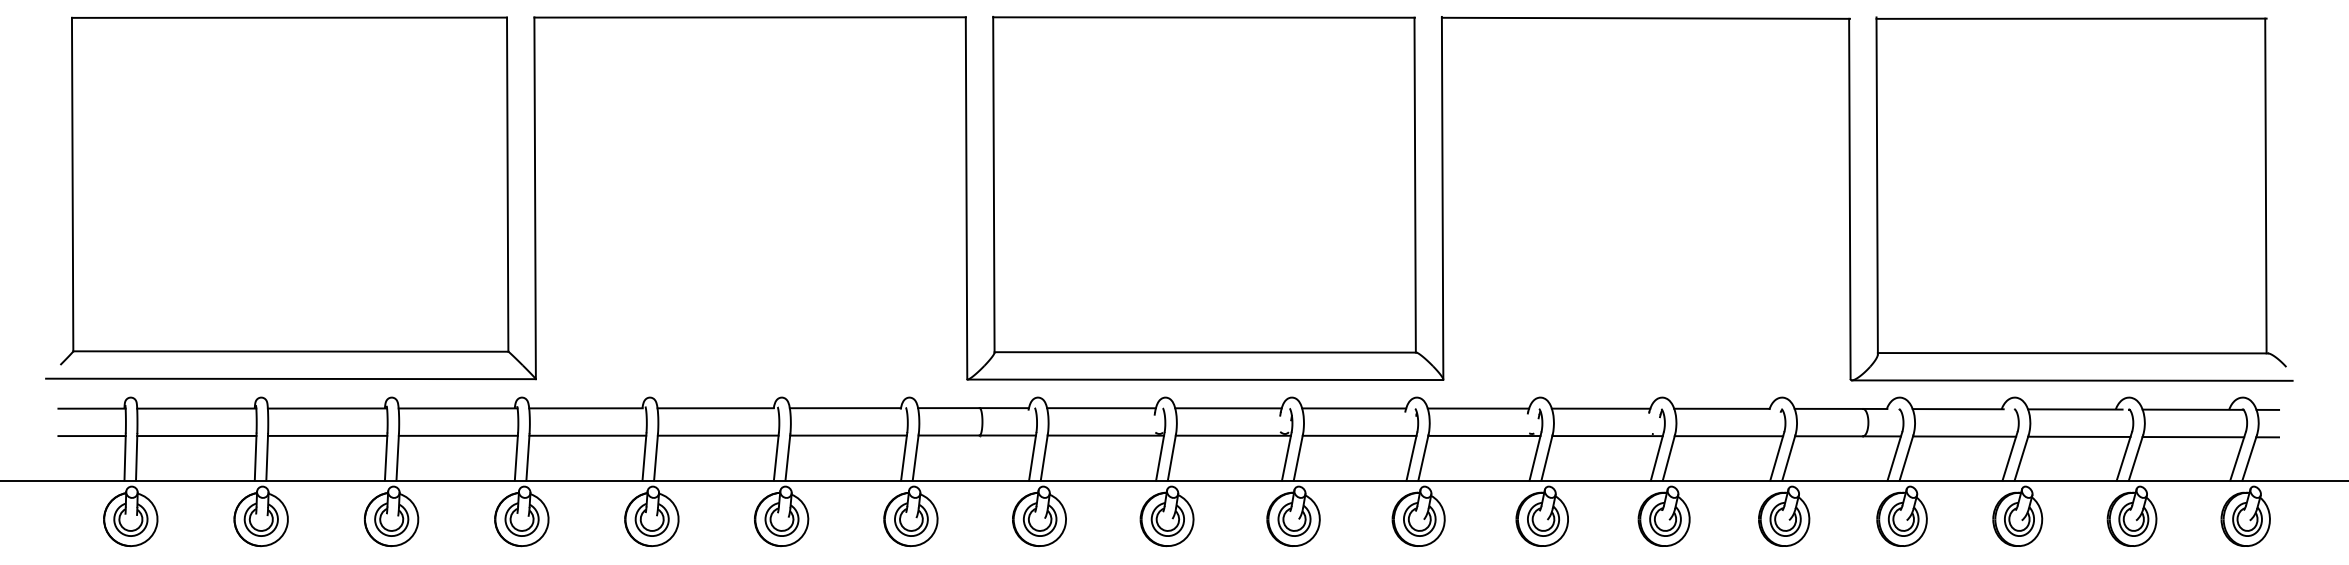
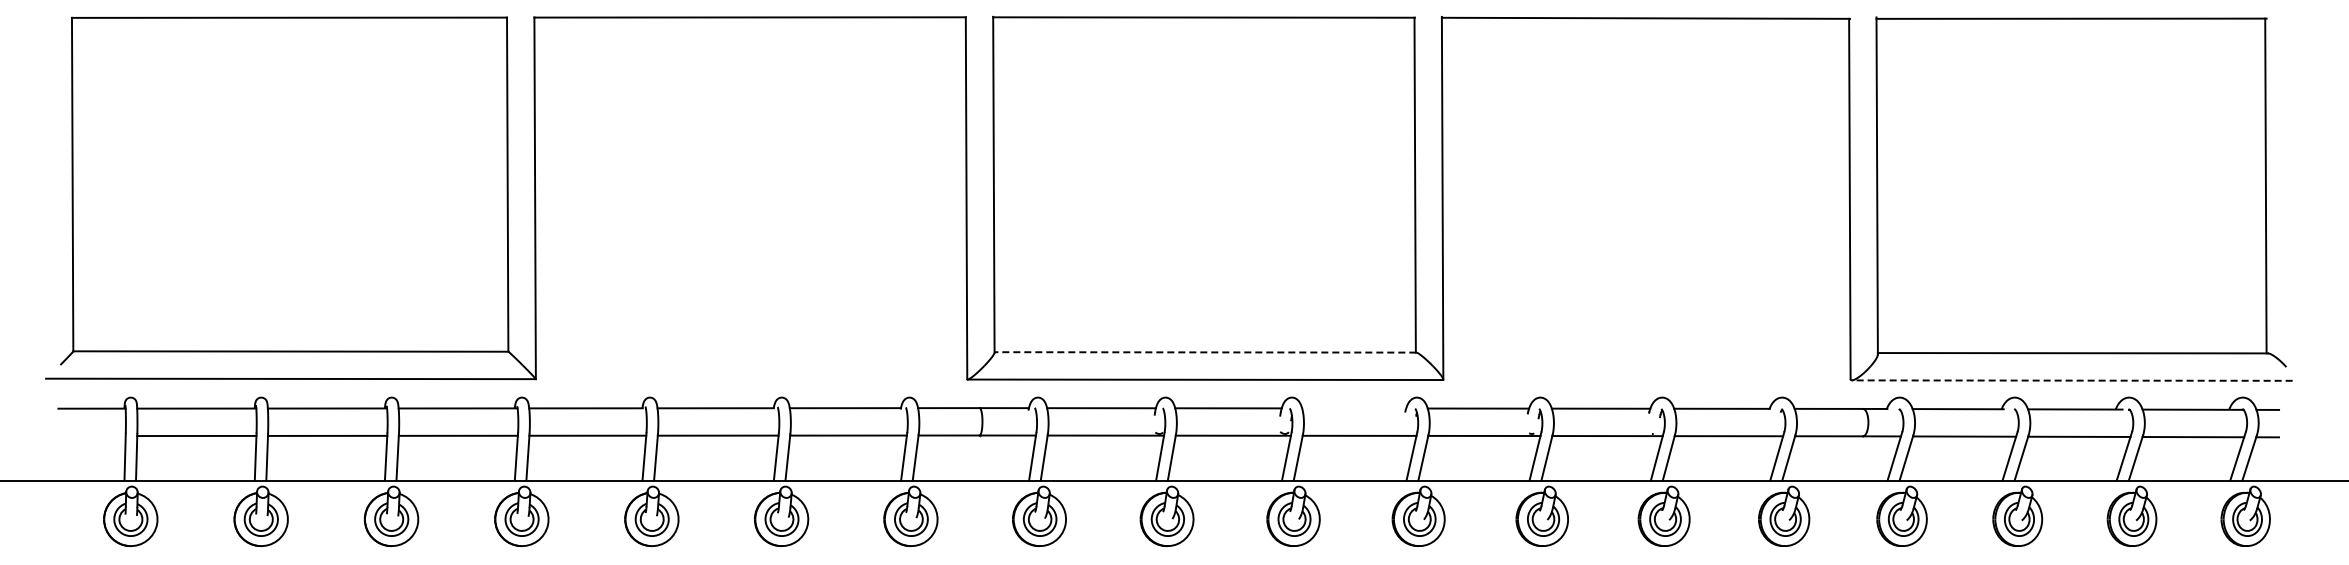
line at (1205, 352): solid -> dashed
line at (2071, 380): solid -> dashed
line at (1354, 408): present -> none
line at (91, 436): present -> none
